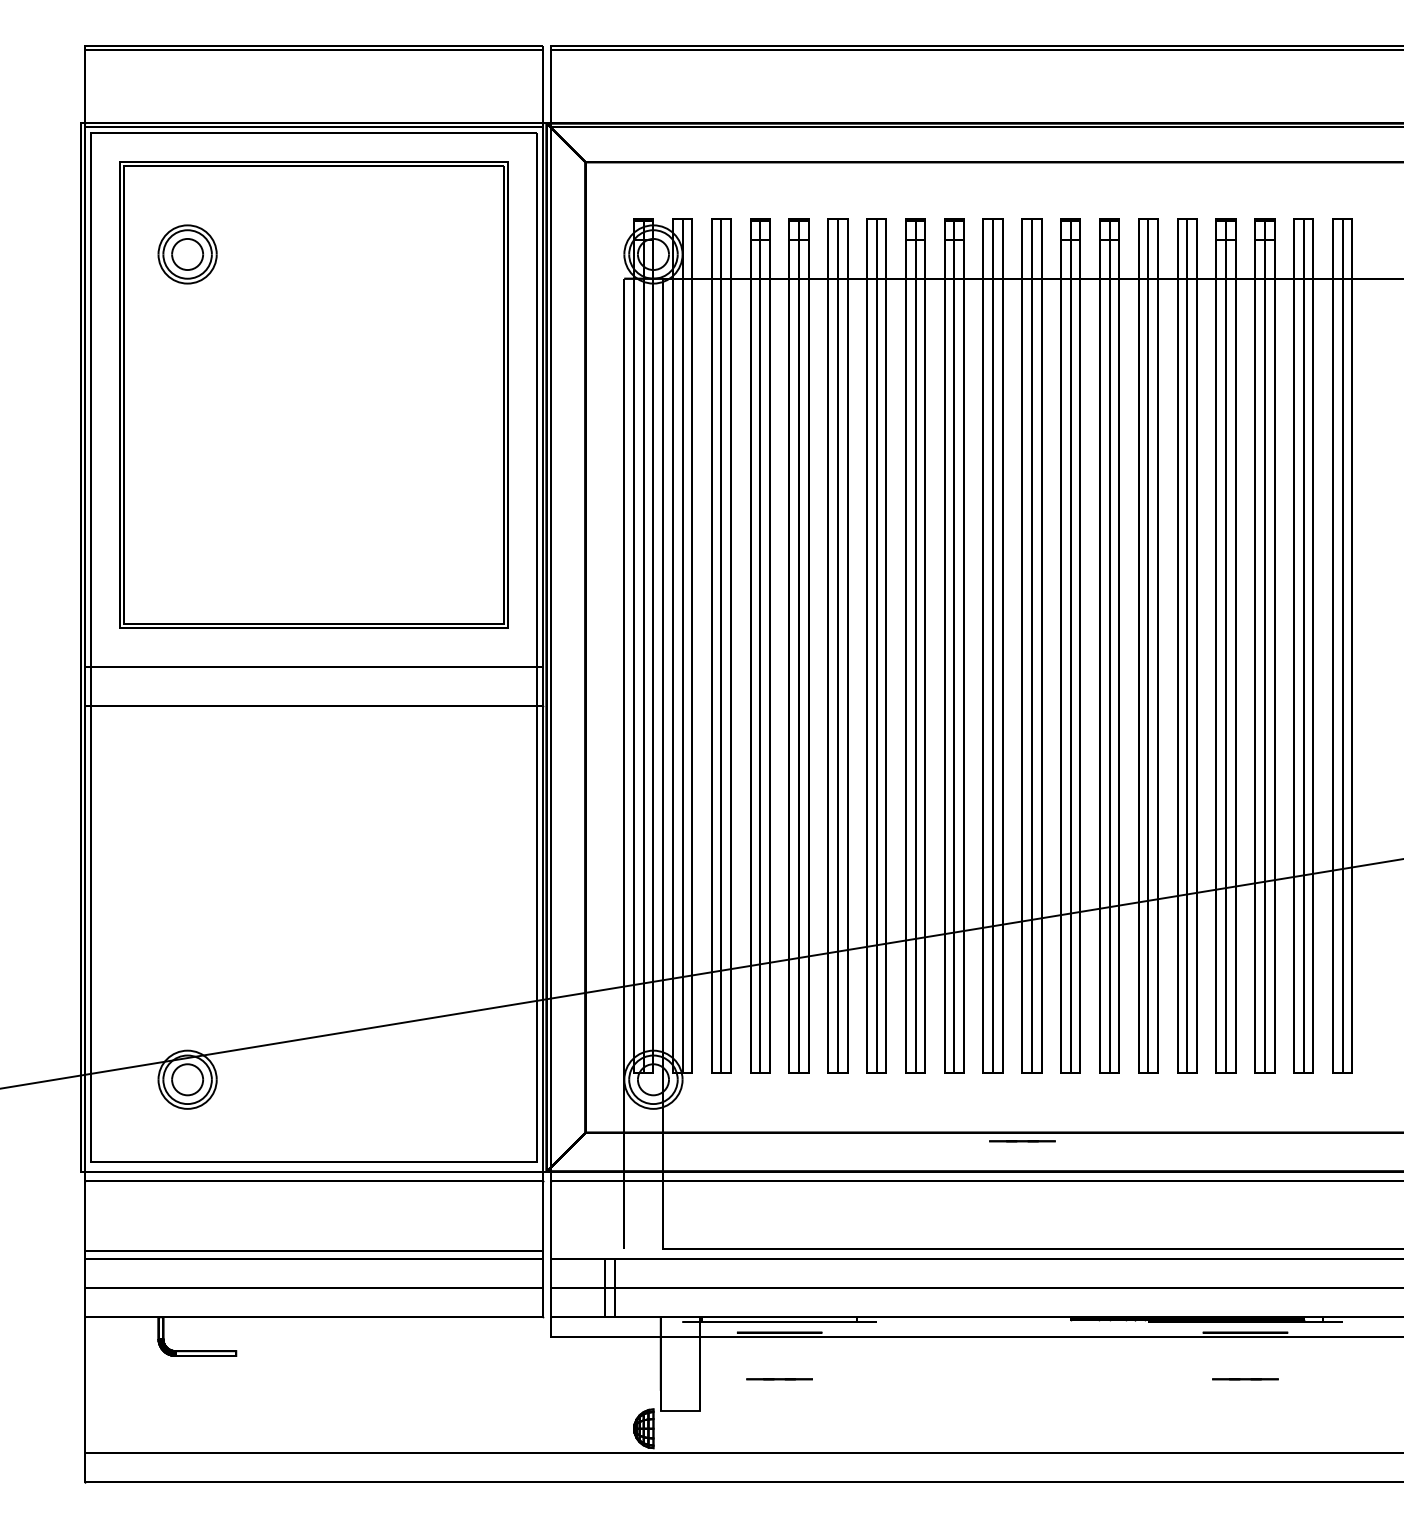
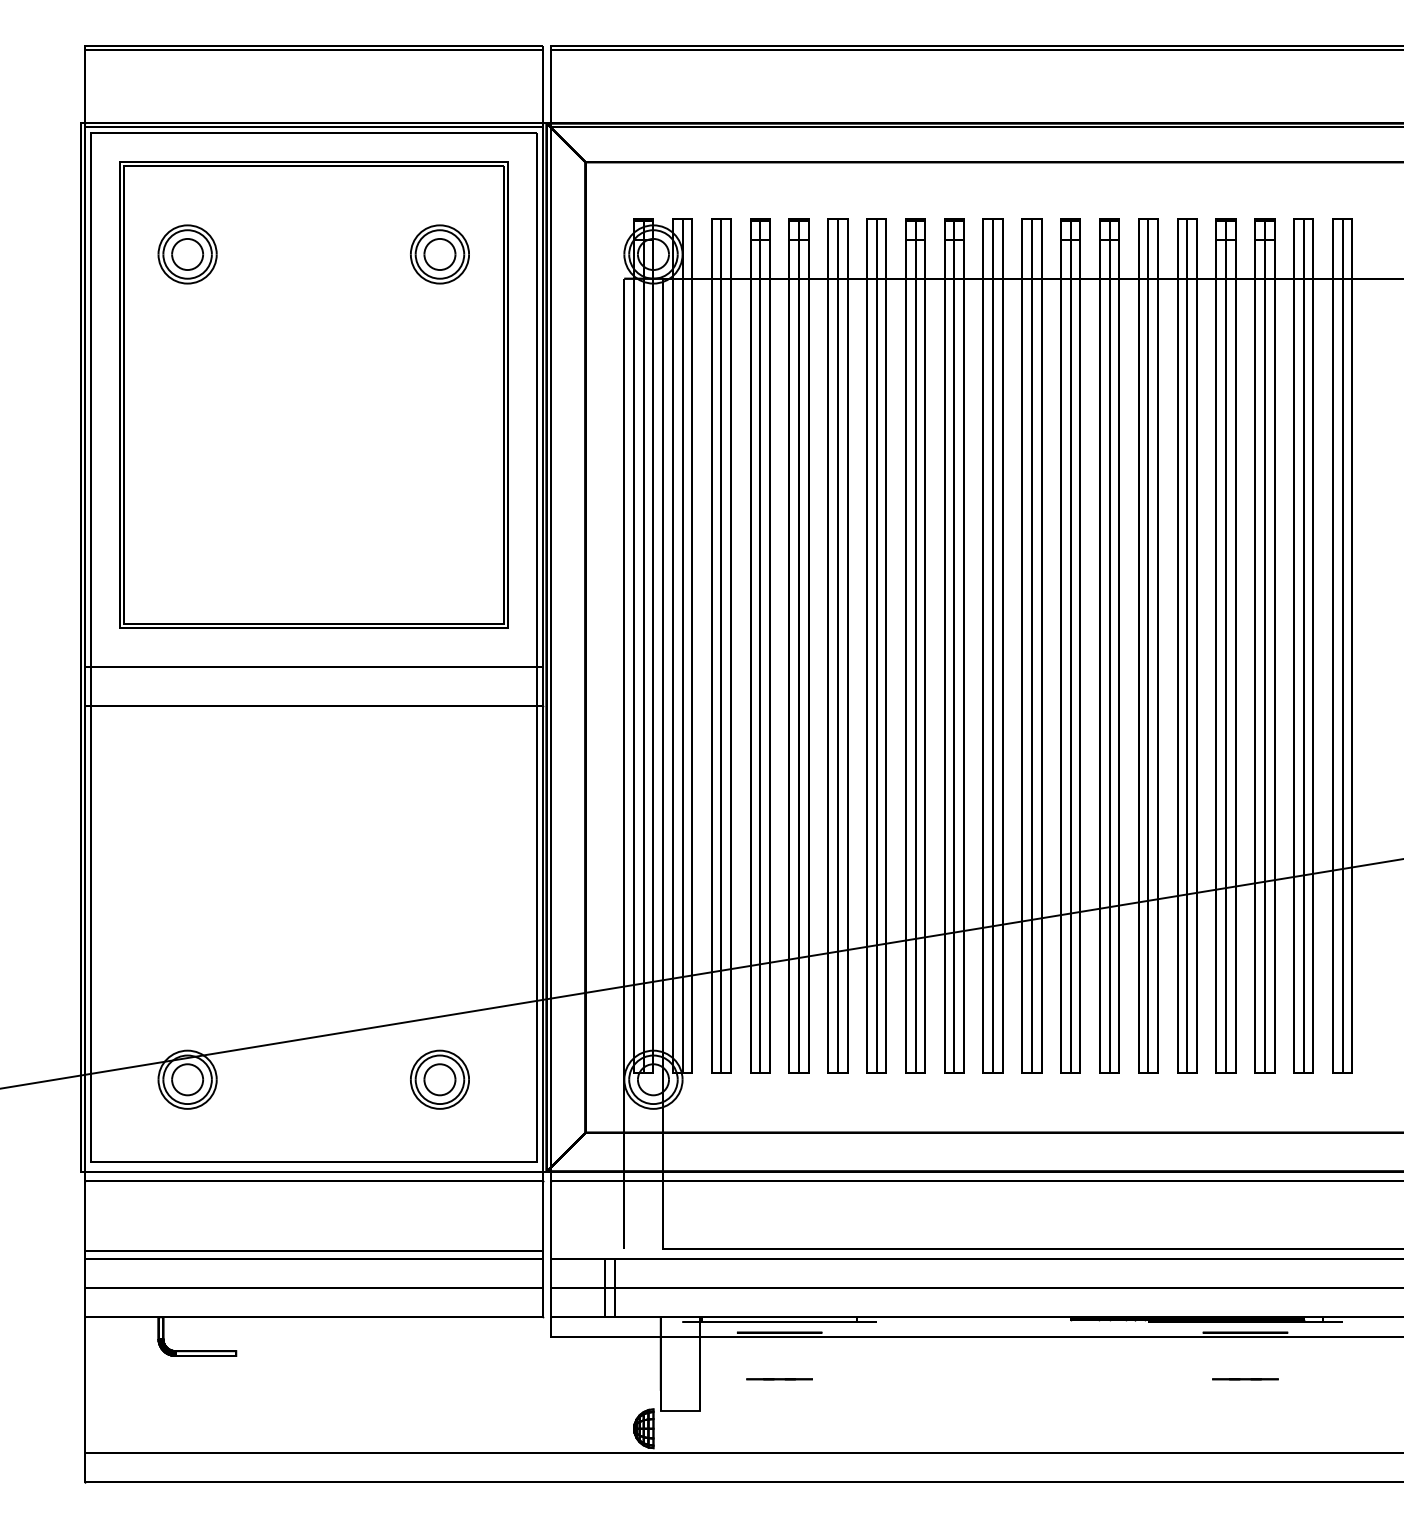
part at (439, 254): none -> present
part at (439, 1079): none -> present
line at (1022, 1141): present -> none
